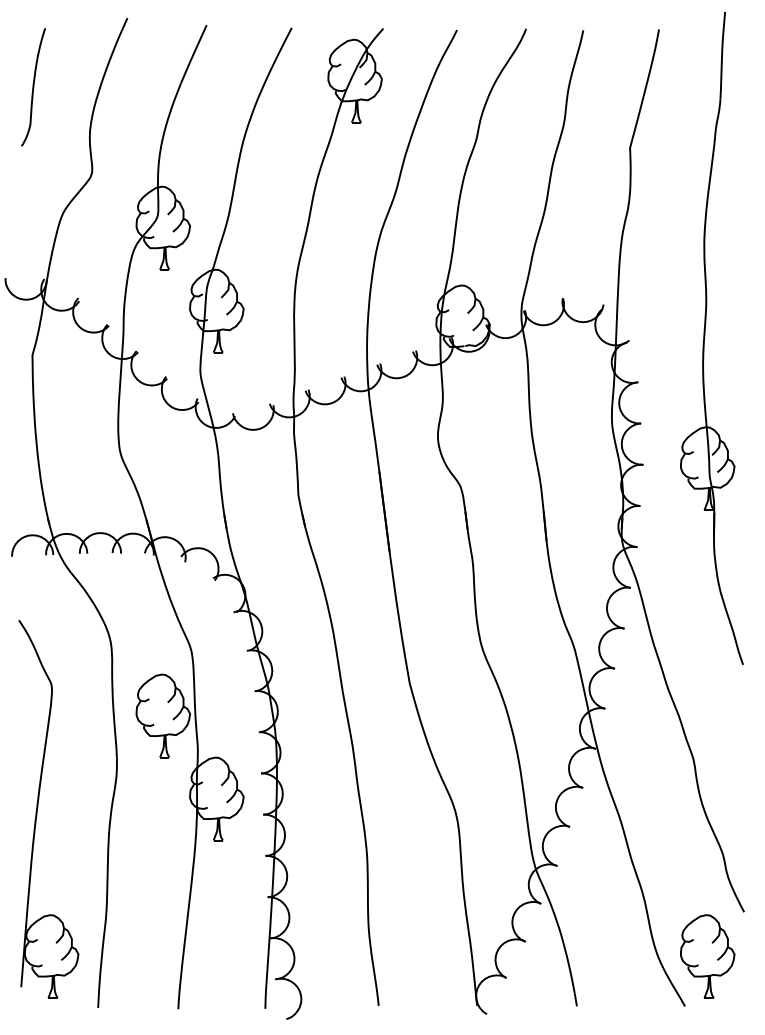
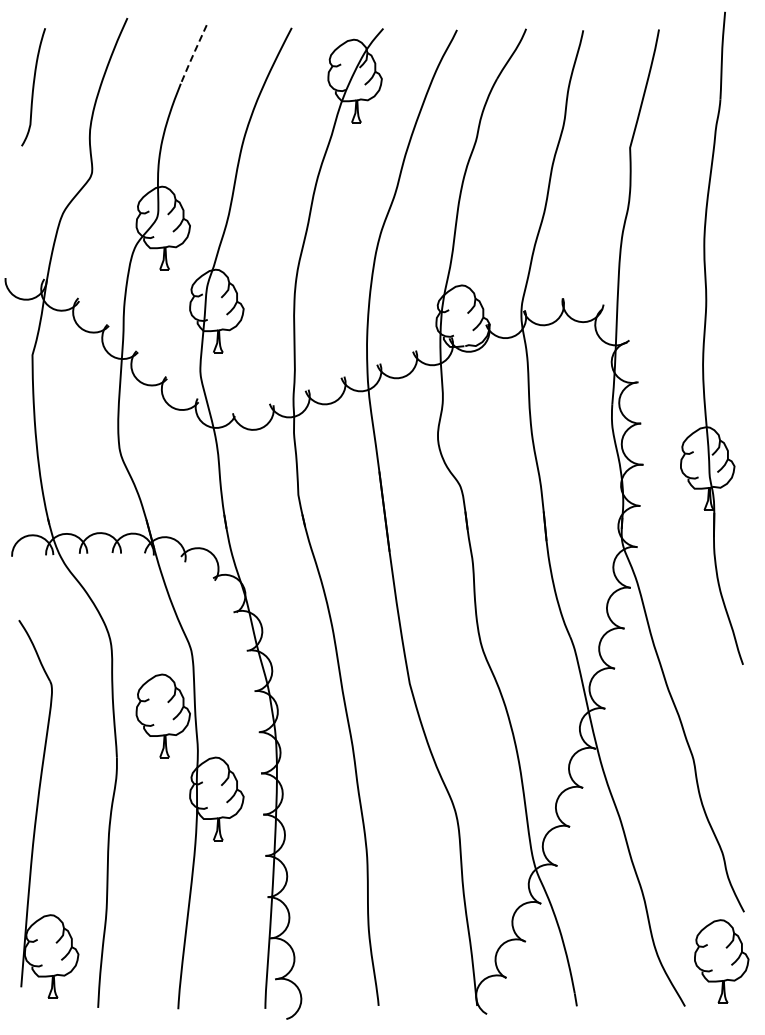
line at (193, 54): solid -> dashed
part at (707, 956) position: (707, 956) -> (721, 961)
